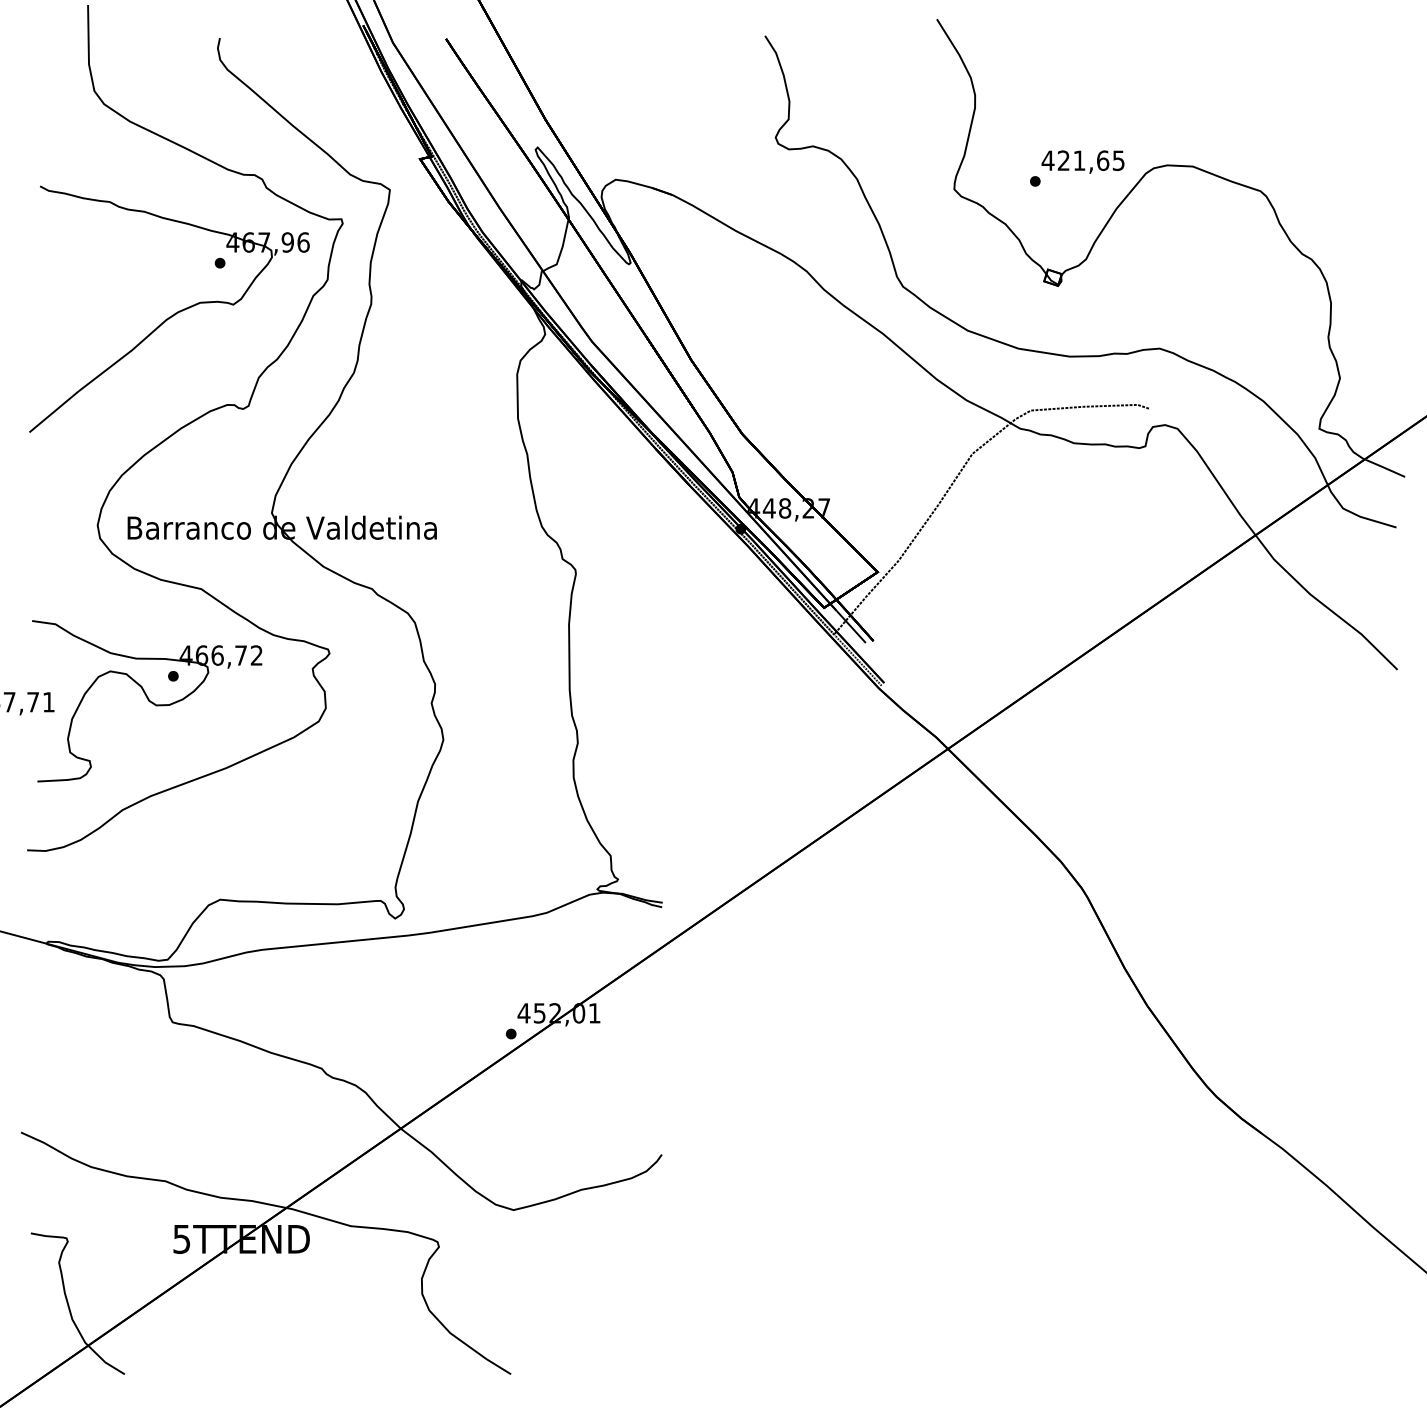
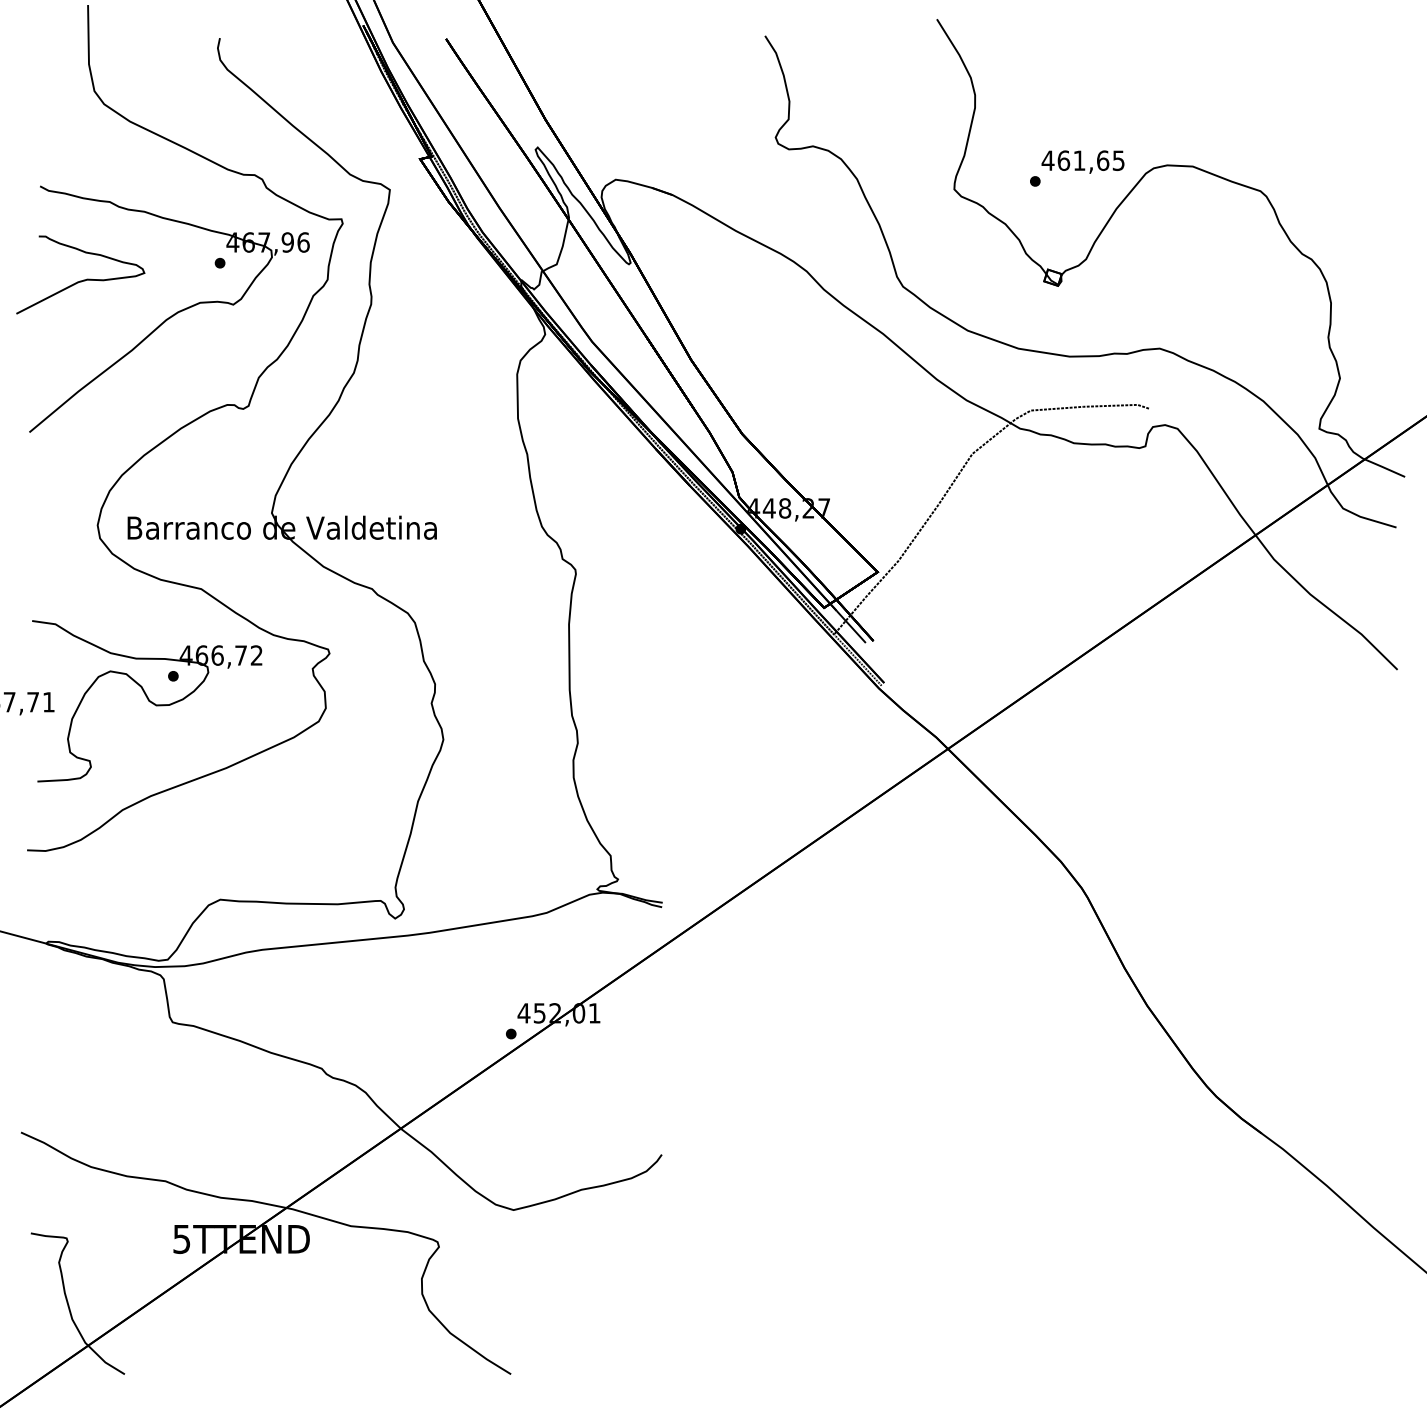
text at (1063, 160): 421,65 -> 461,65
part at (80, 274): none -> present
